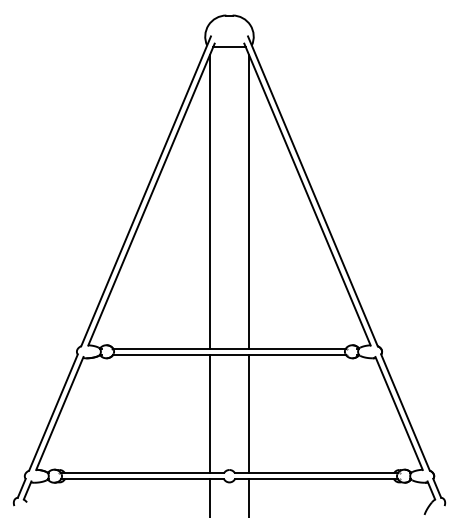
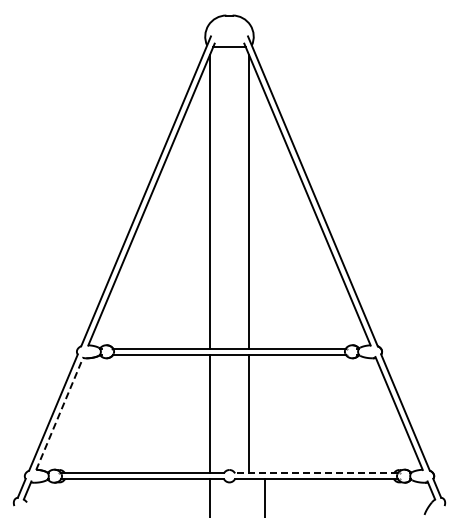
line at (60, 413): solid -> dashed
line at (315, 473): solid -> dashed
line at (249, 496) position: (249, 496) -> (265, 496)
